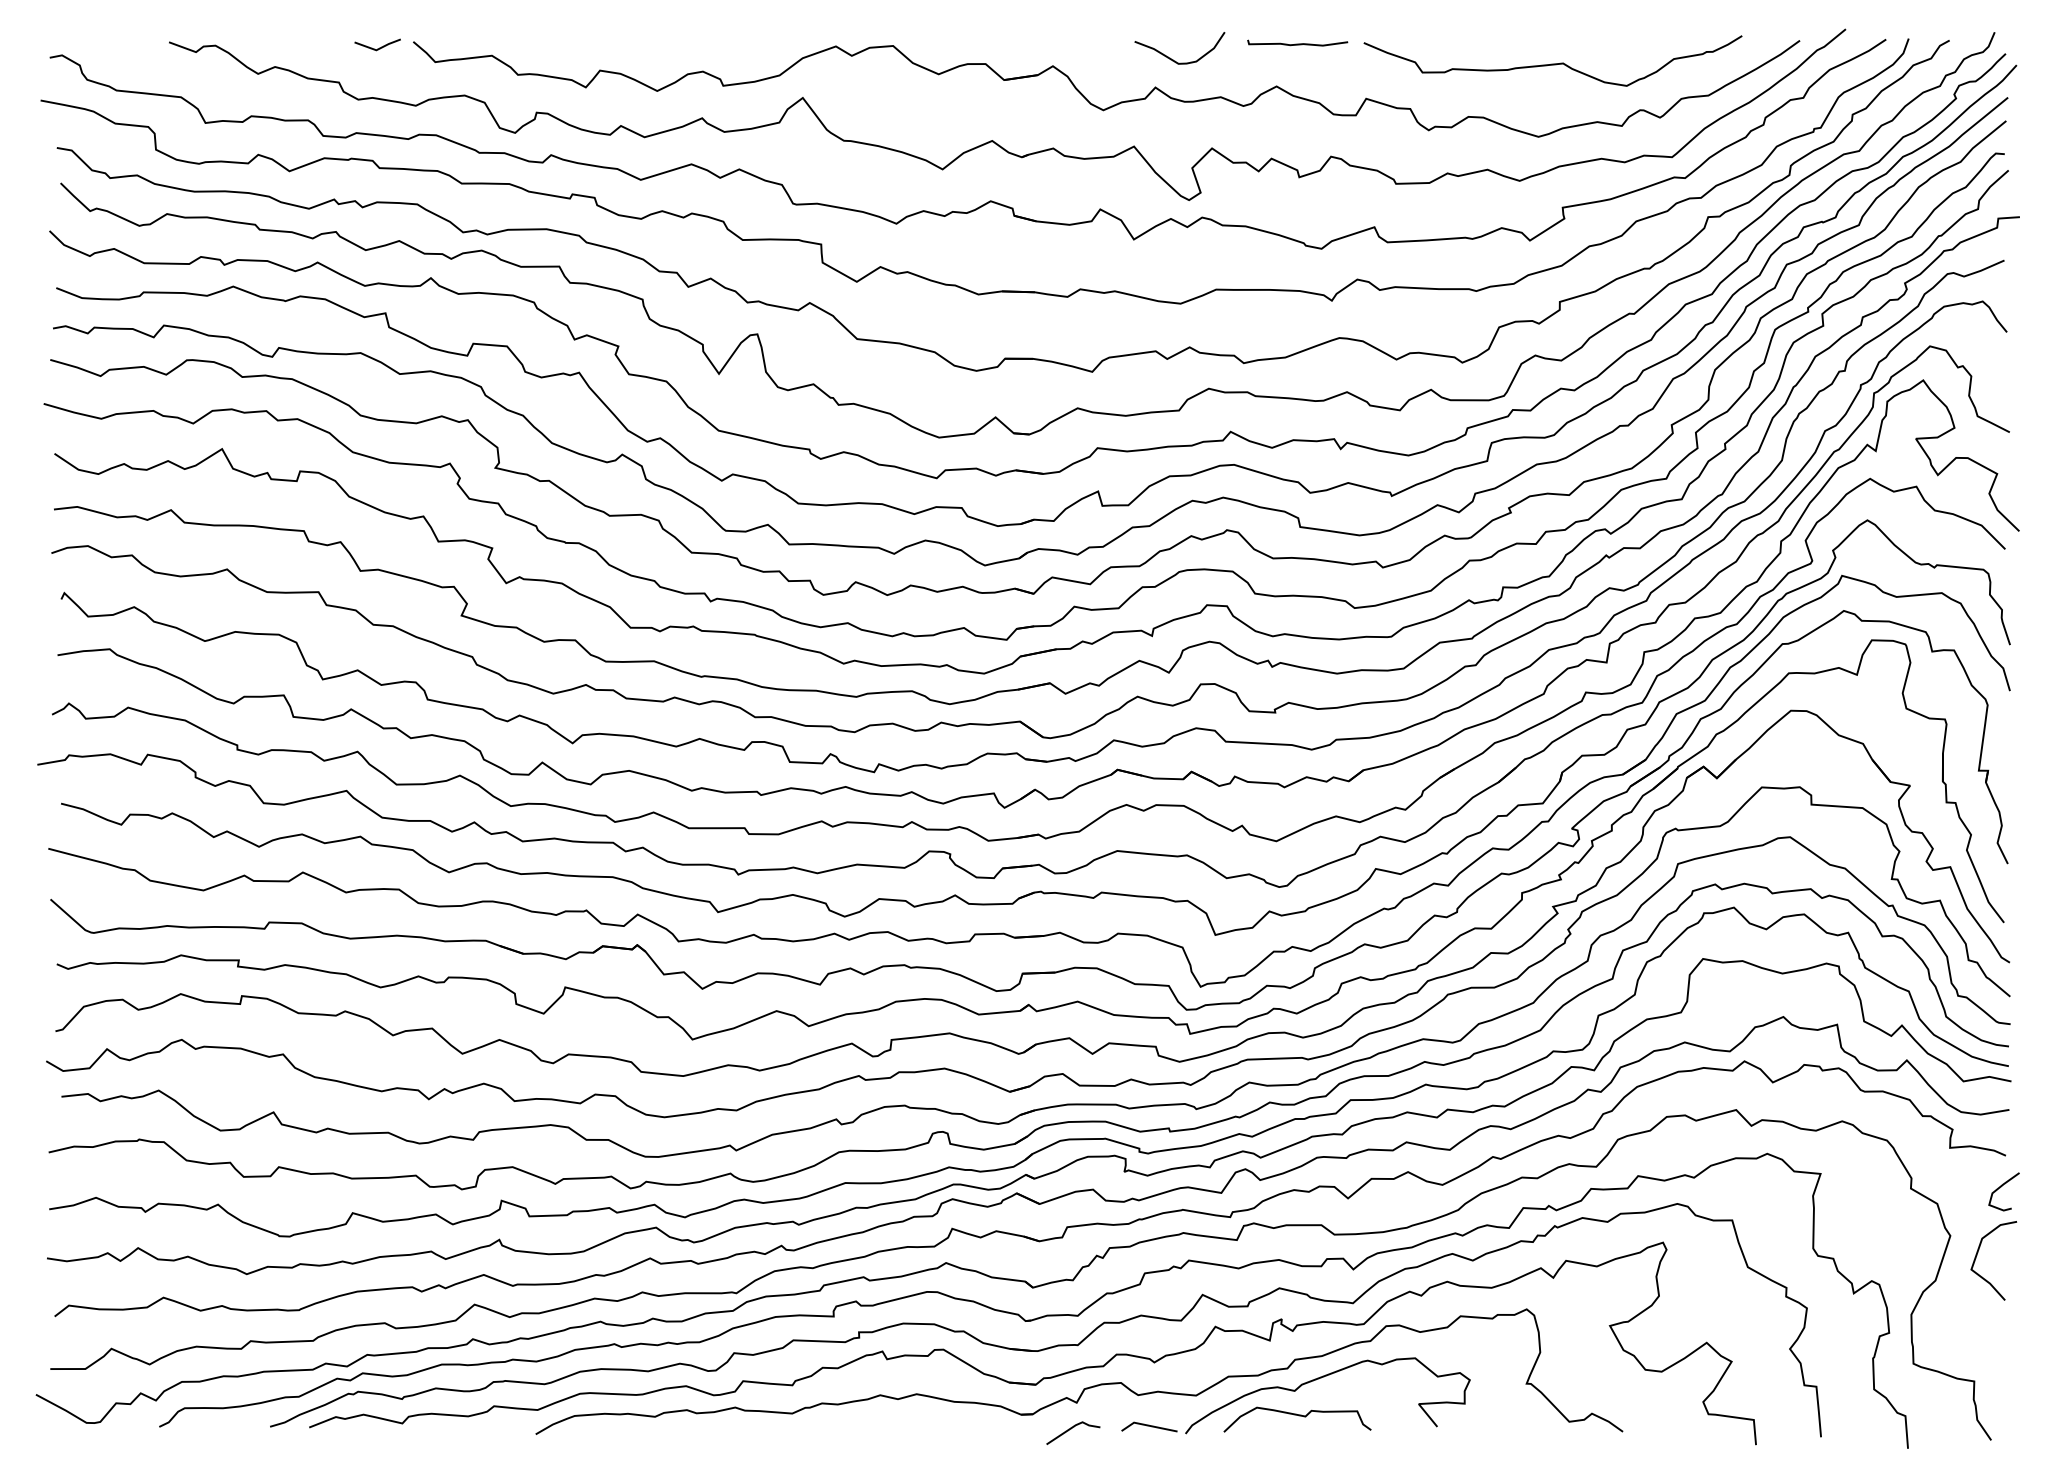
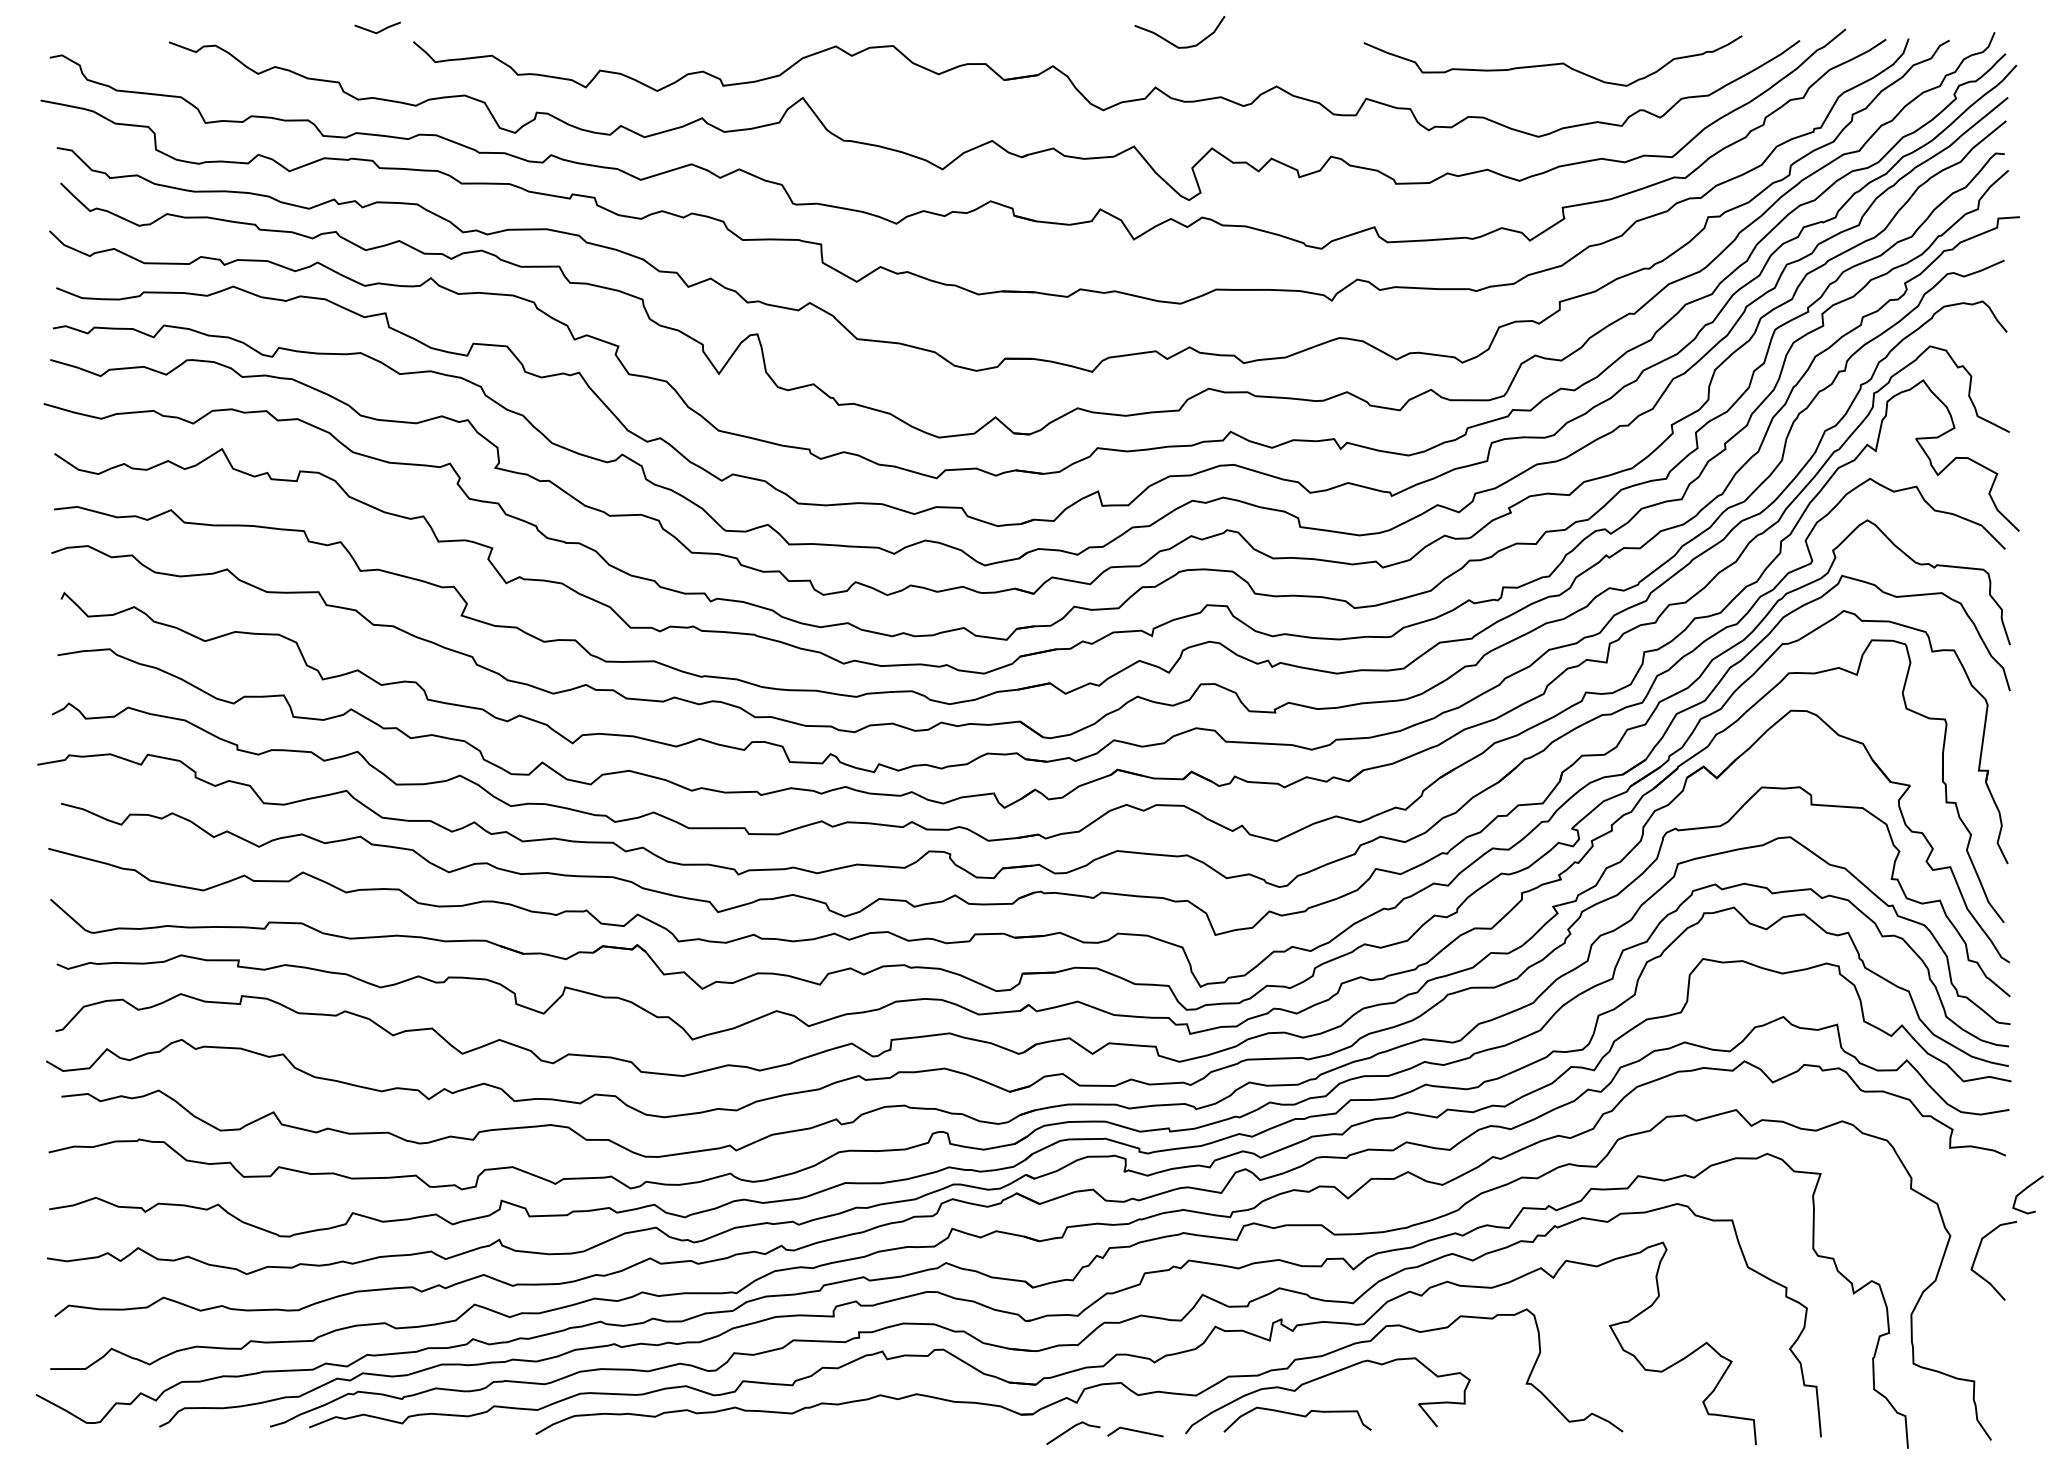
curve at (1297, 43): present -> none
line at (379, 47) position: (379, 47) -> (379, 30)
curve at (1173, 59) position: (1173, 59) -> (1173, 43)
curve at (2000, 1188) position: (2000, 1188) -> (2024, 1191)
line at (1149, 1426) position: (1149, 1426) -> (1135, 1431)
